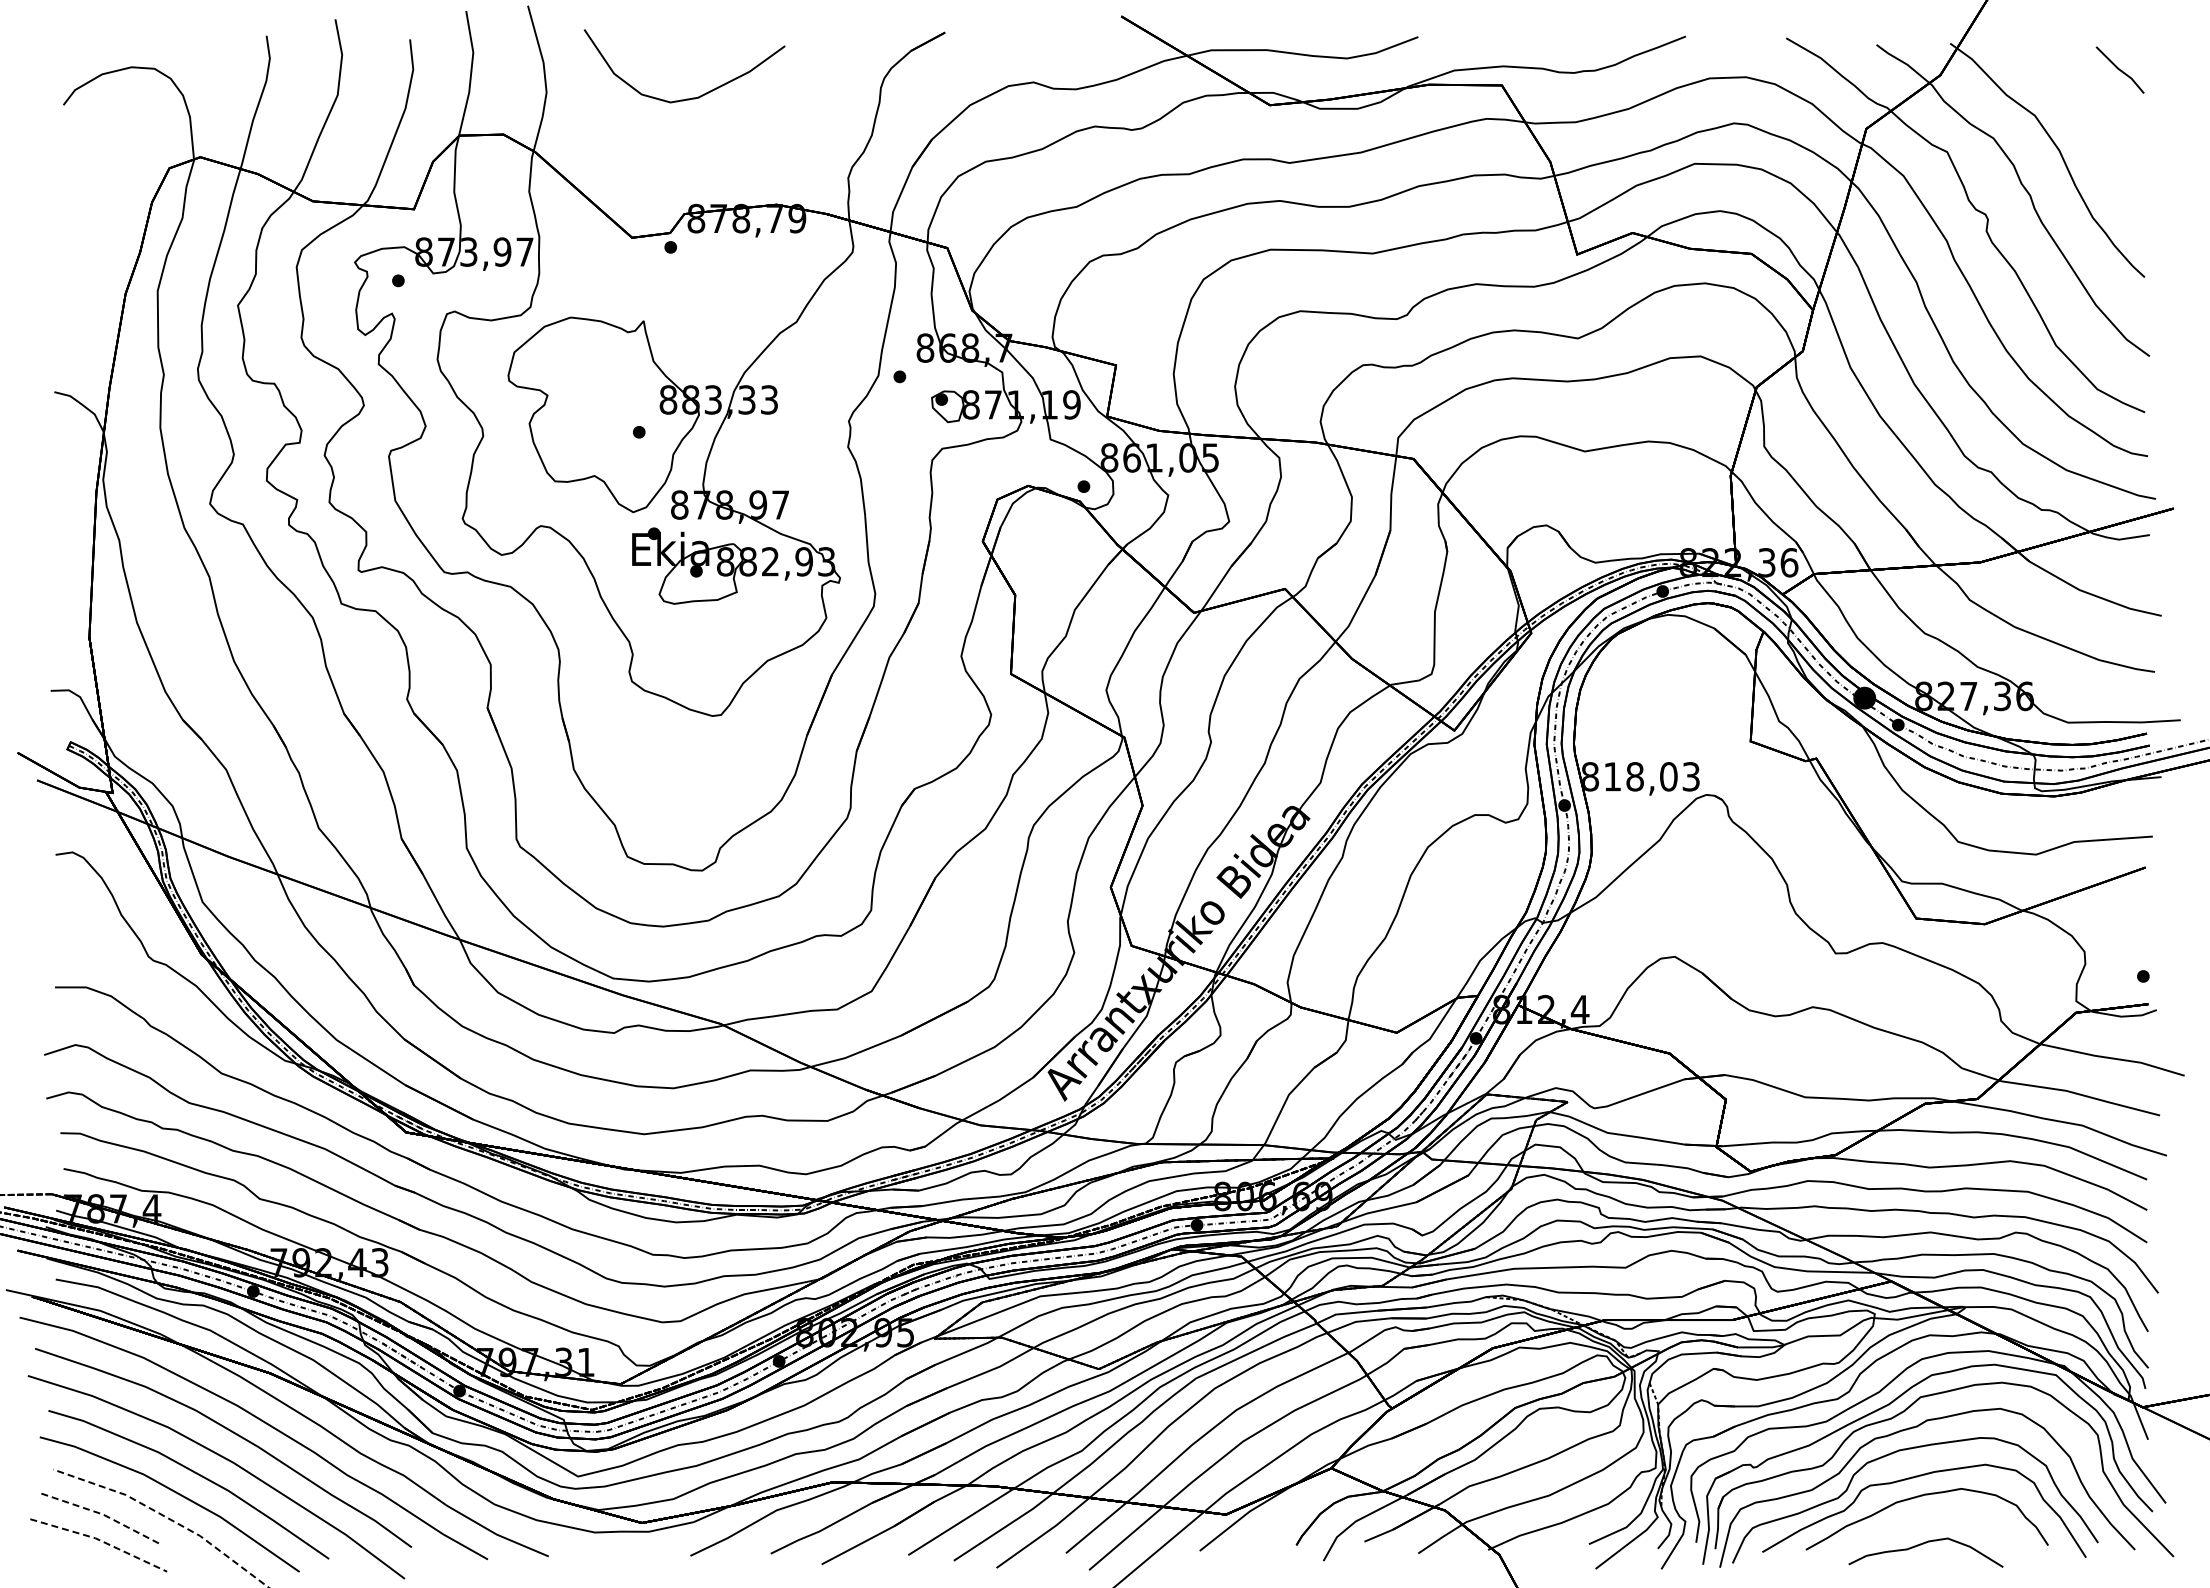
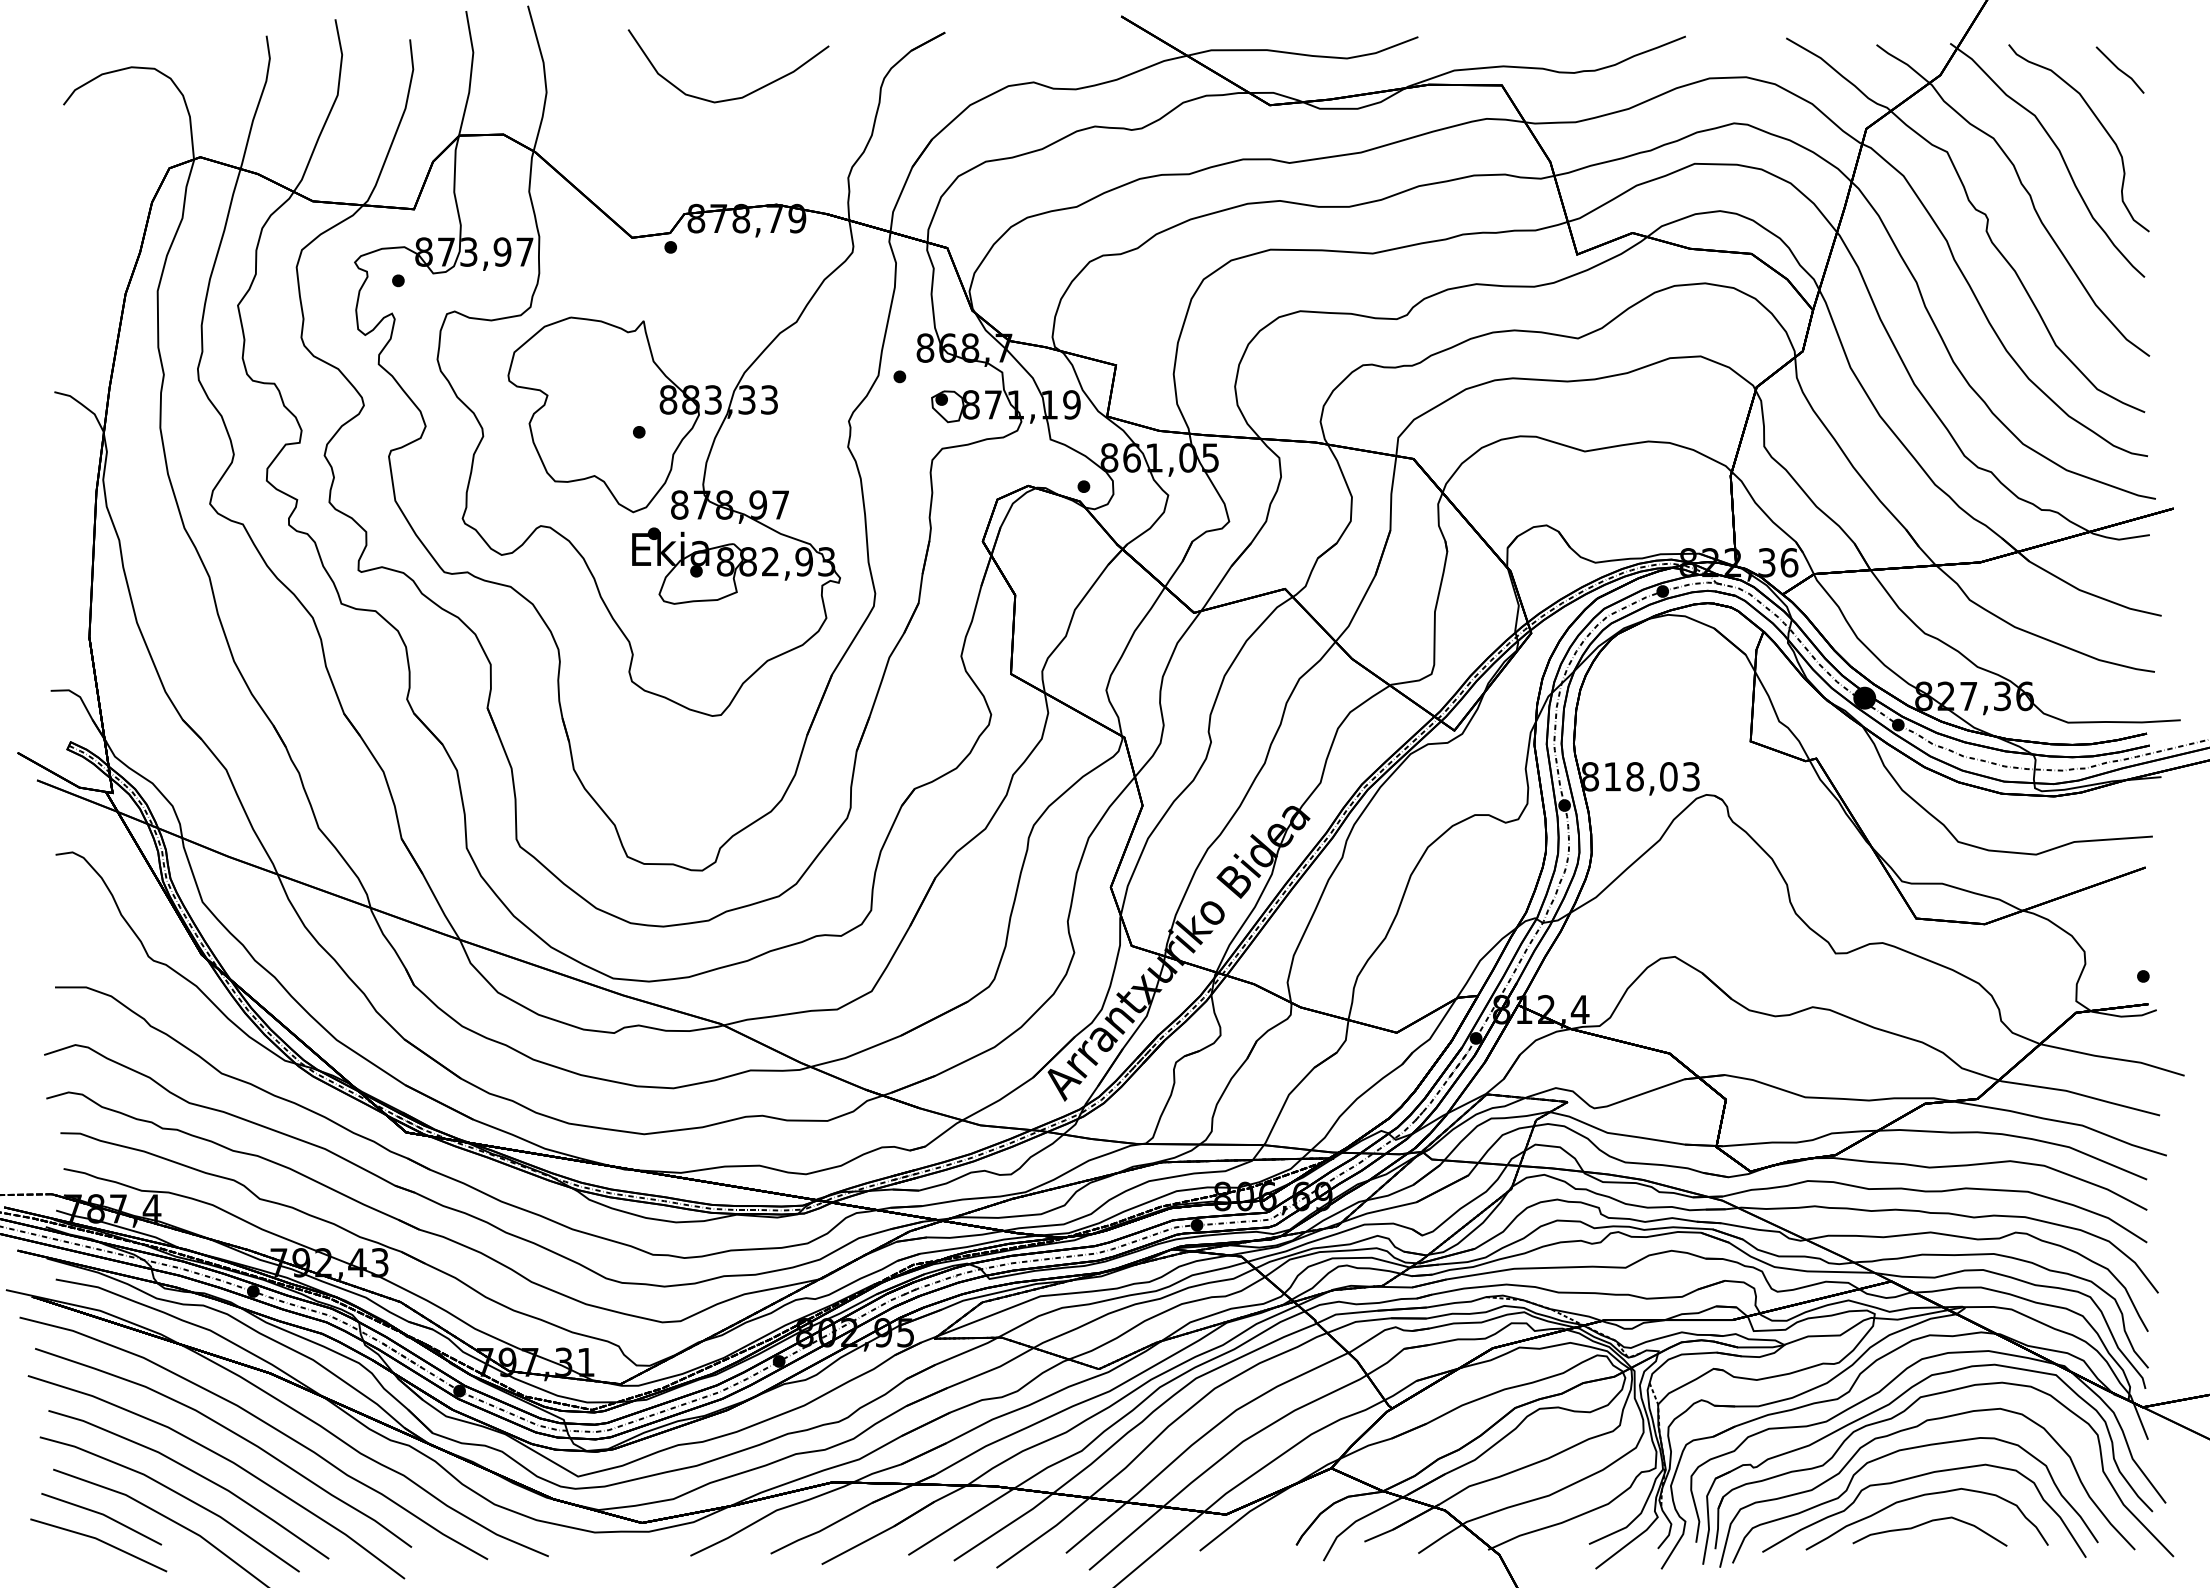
curve at (692, 97) position: (692, 97) -> (736, 97)
curve at (2099, 123): none -> present
line at (103, 1514): dashed -> solid
line at (166, 1517): dashed -> solid
line at (100, 1540): dashed -> solid
curve at (1921, 1545) position: (1921, 1545) -> (1925, 1524)
